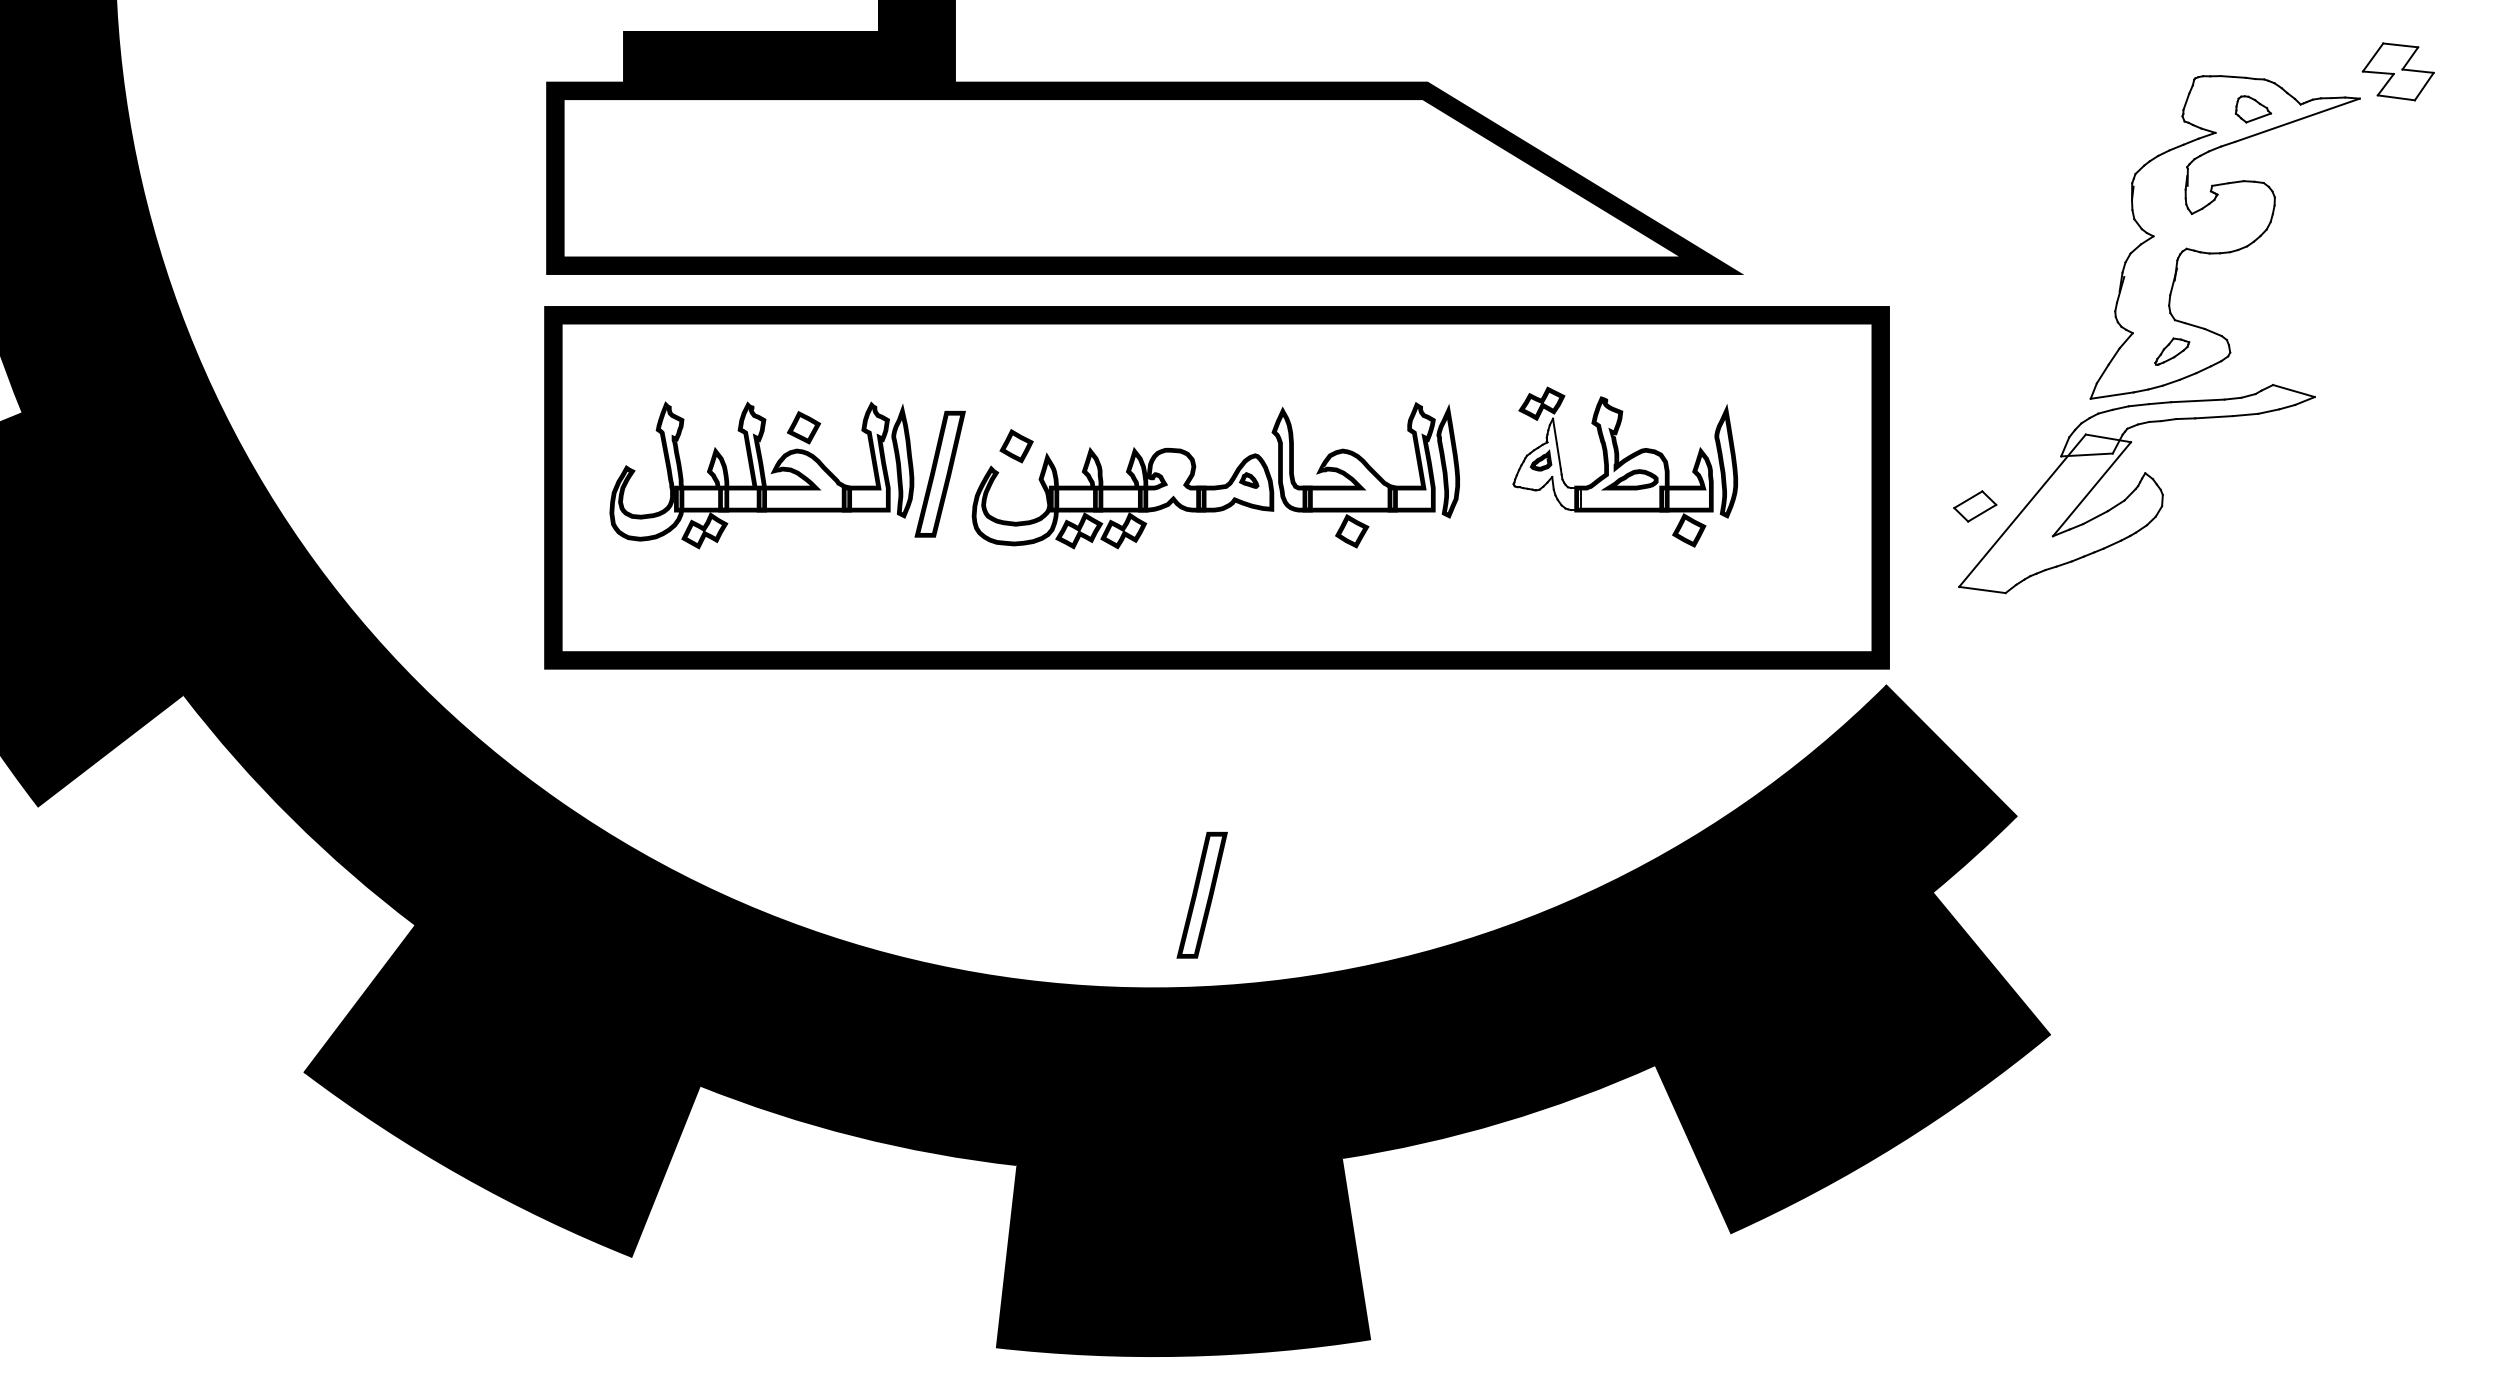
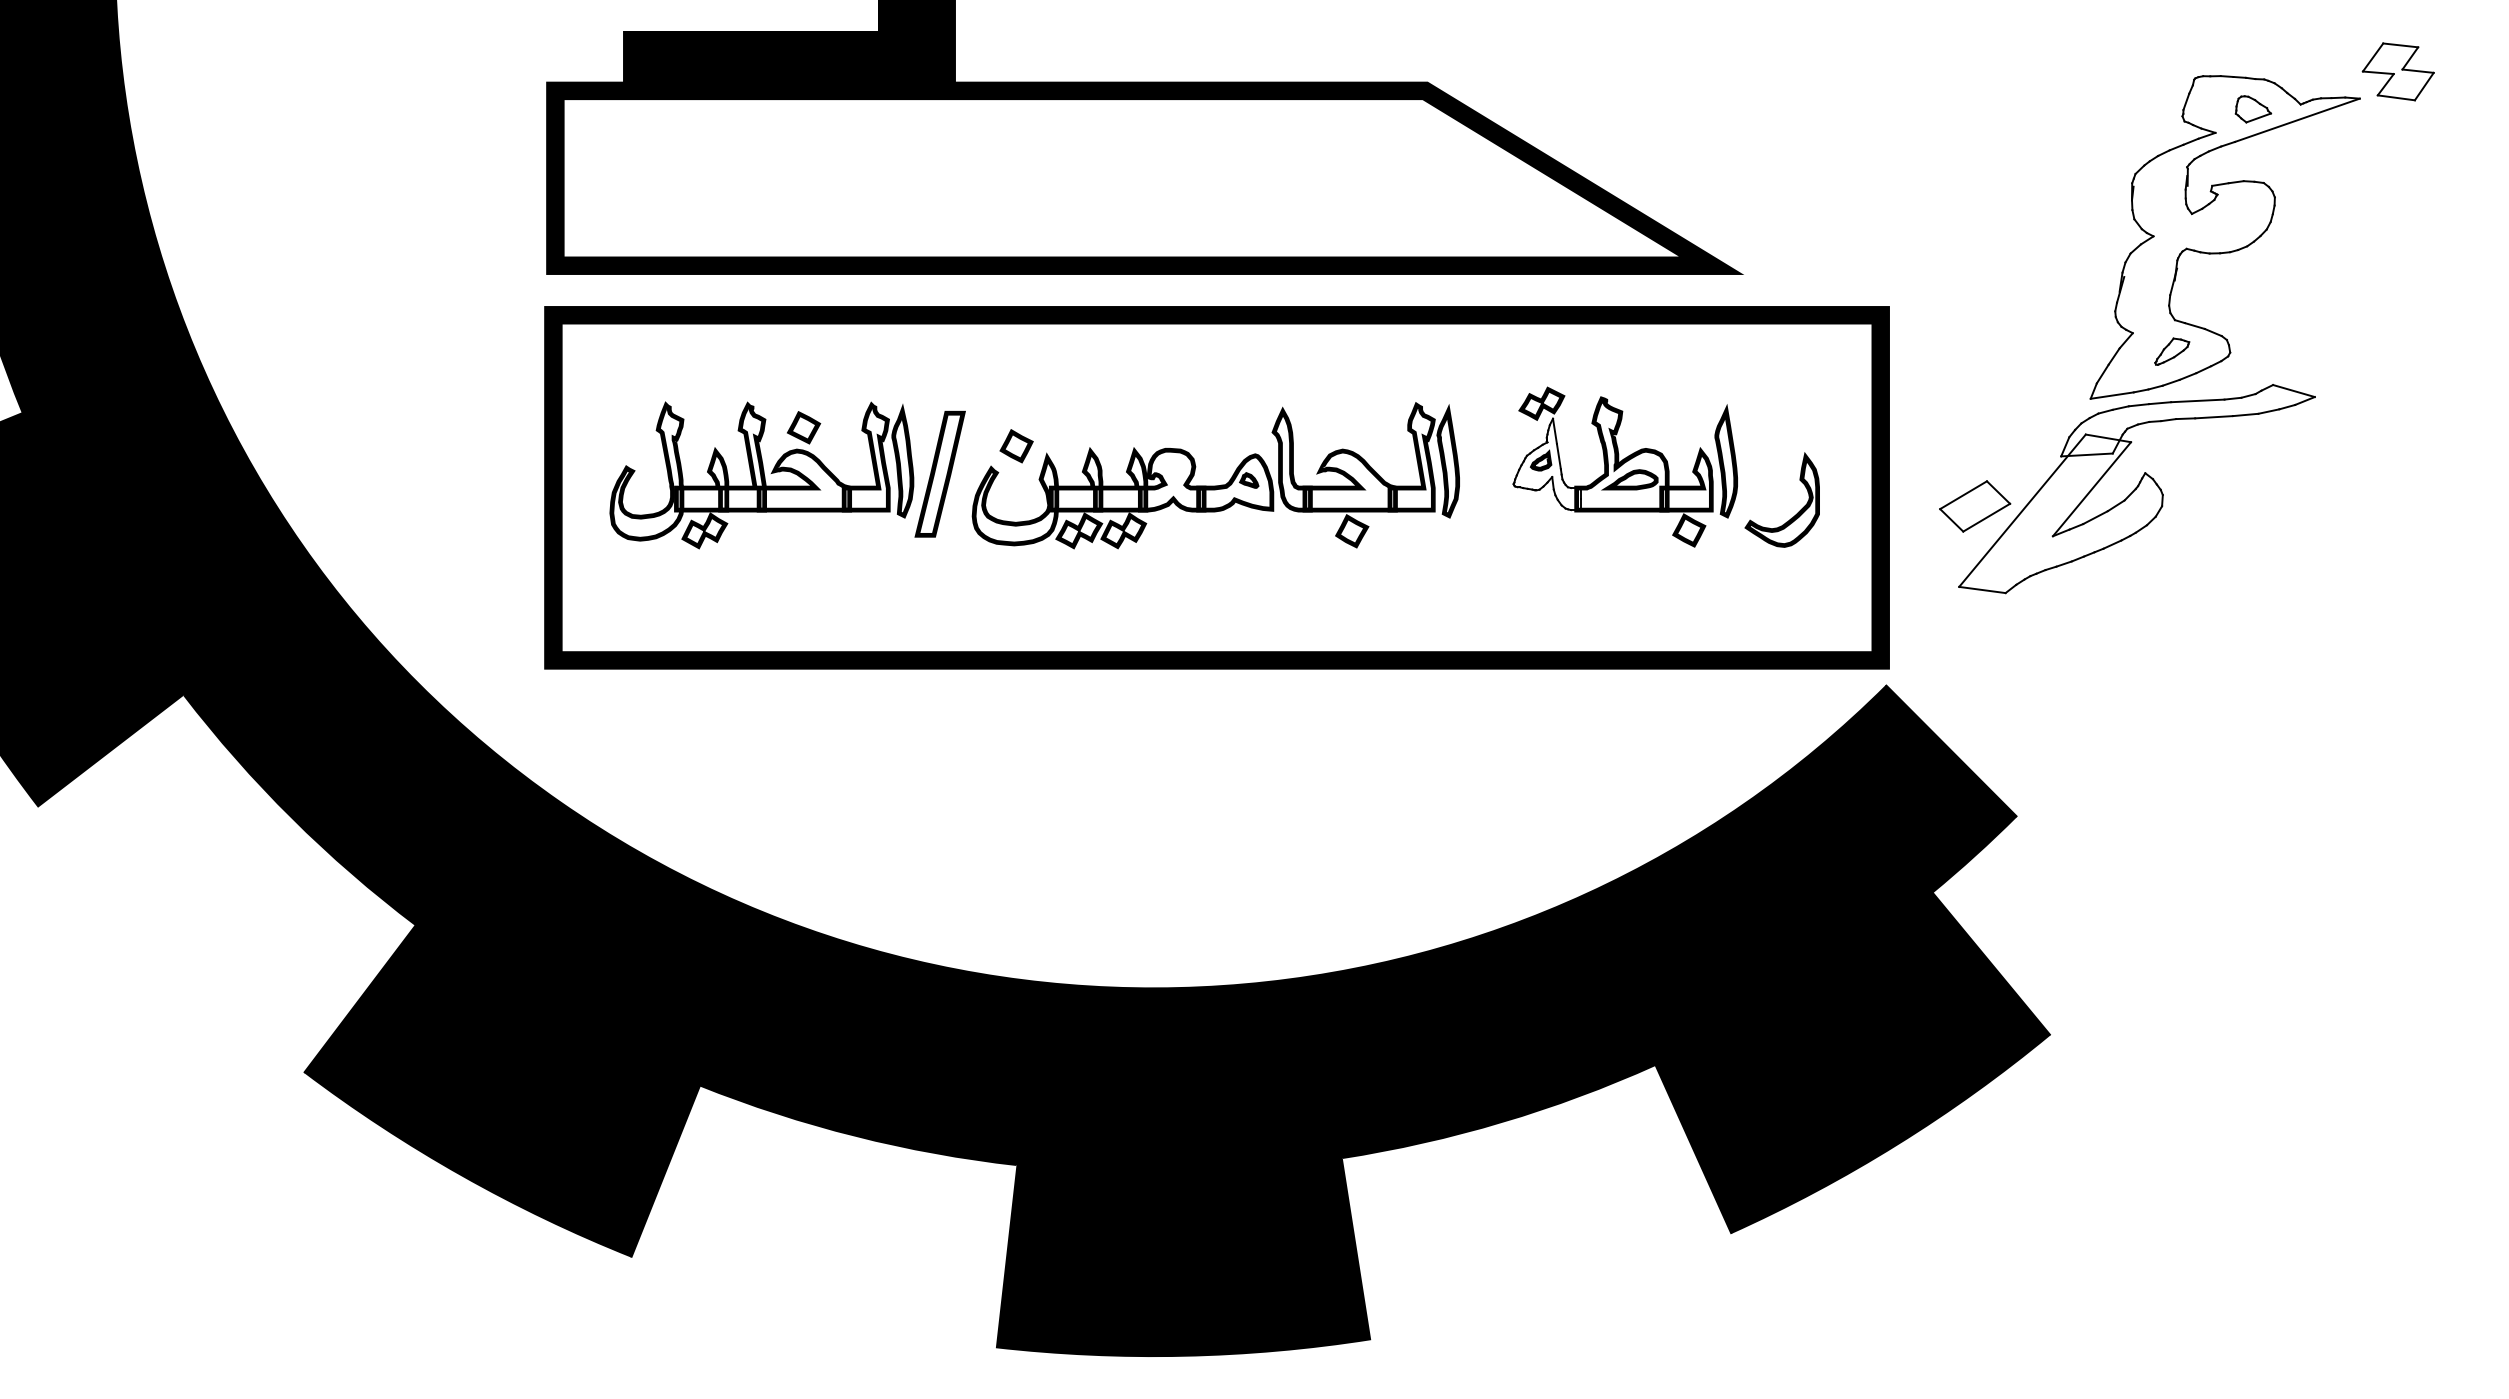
part at (1975, 506) size: 45x33 px -> 73x53 px
part at (1796, 513): none -> present
part at (1201, 894): present -> none
